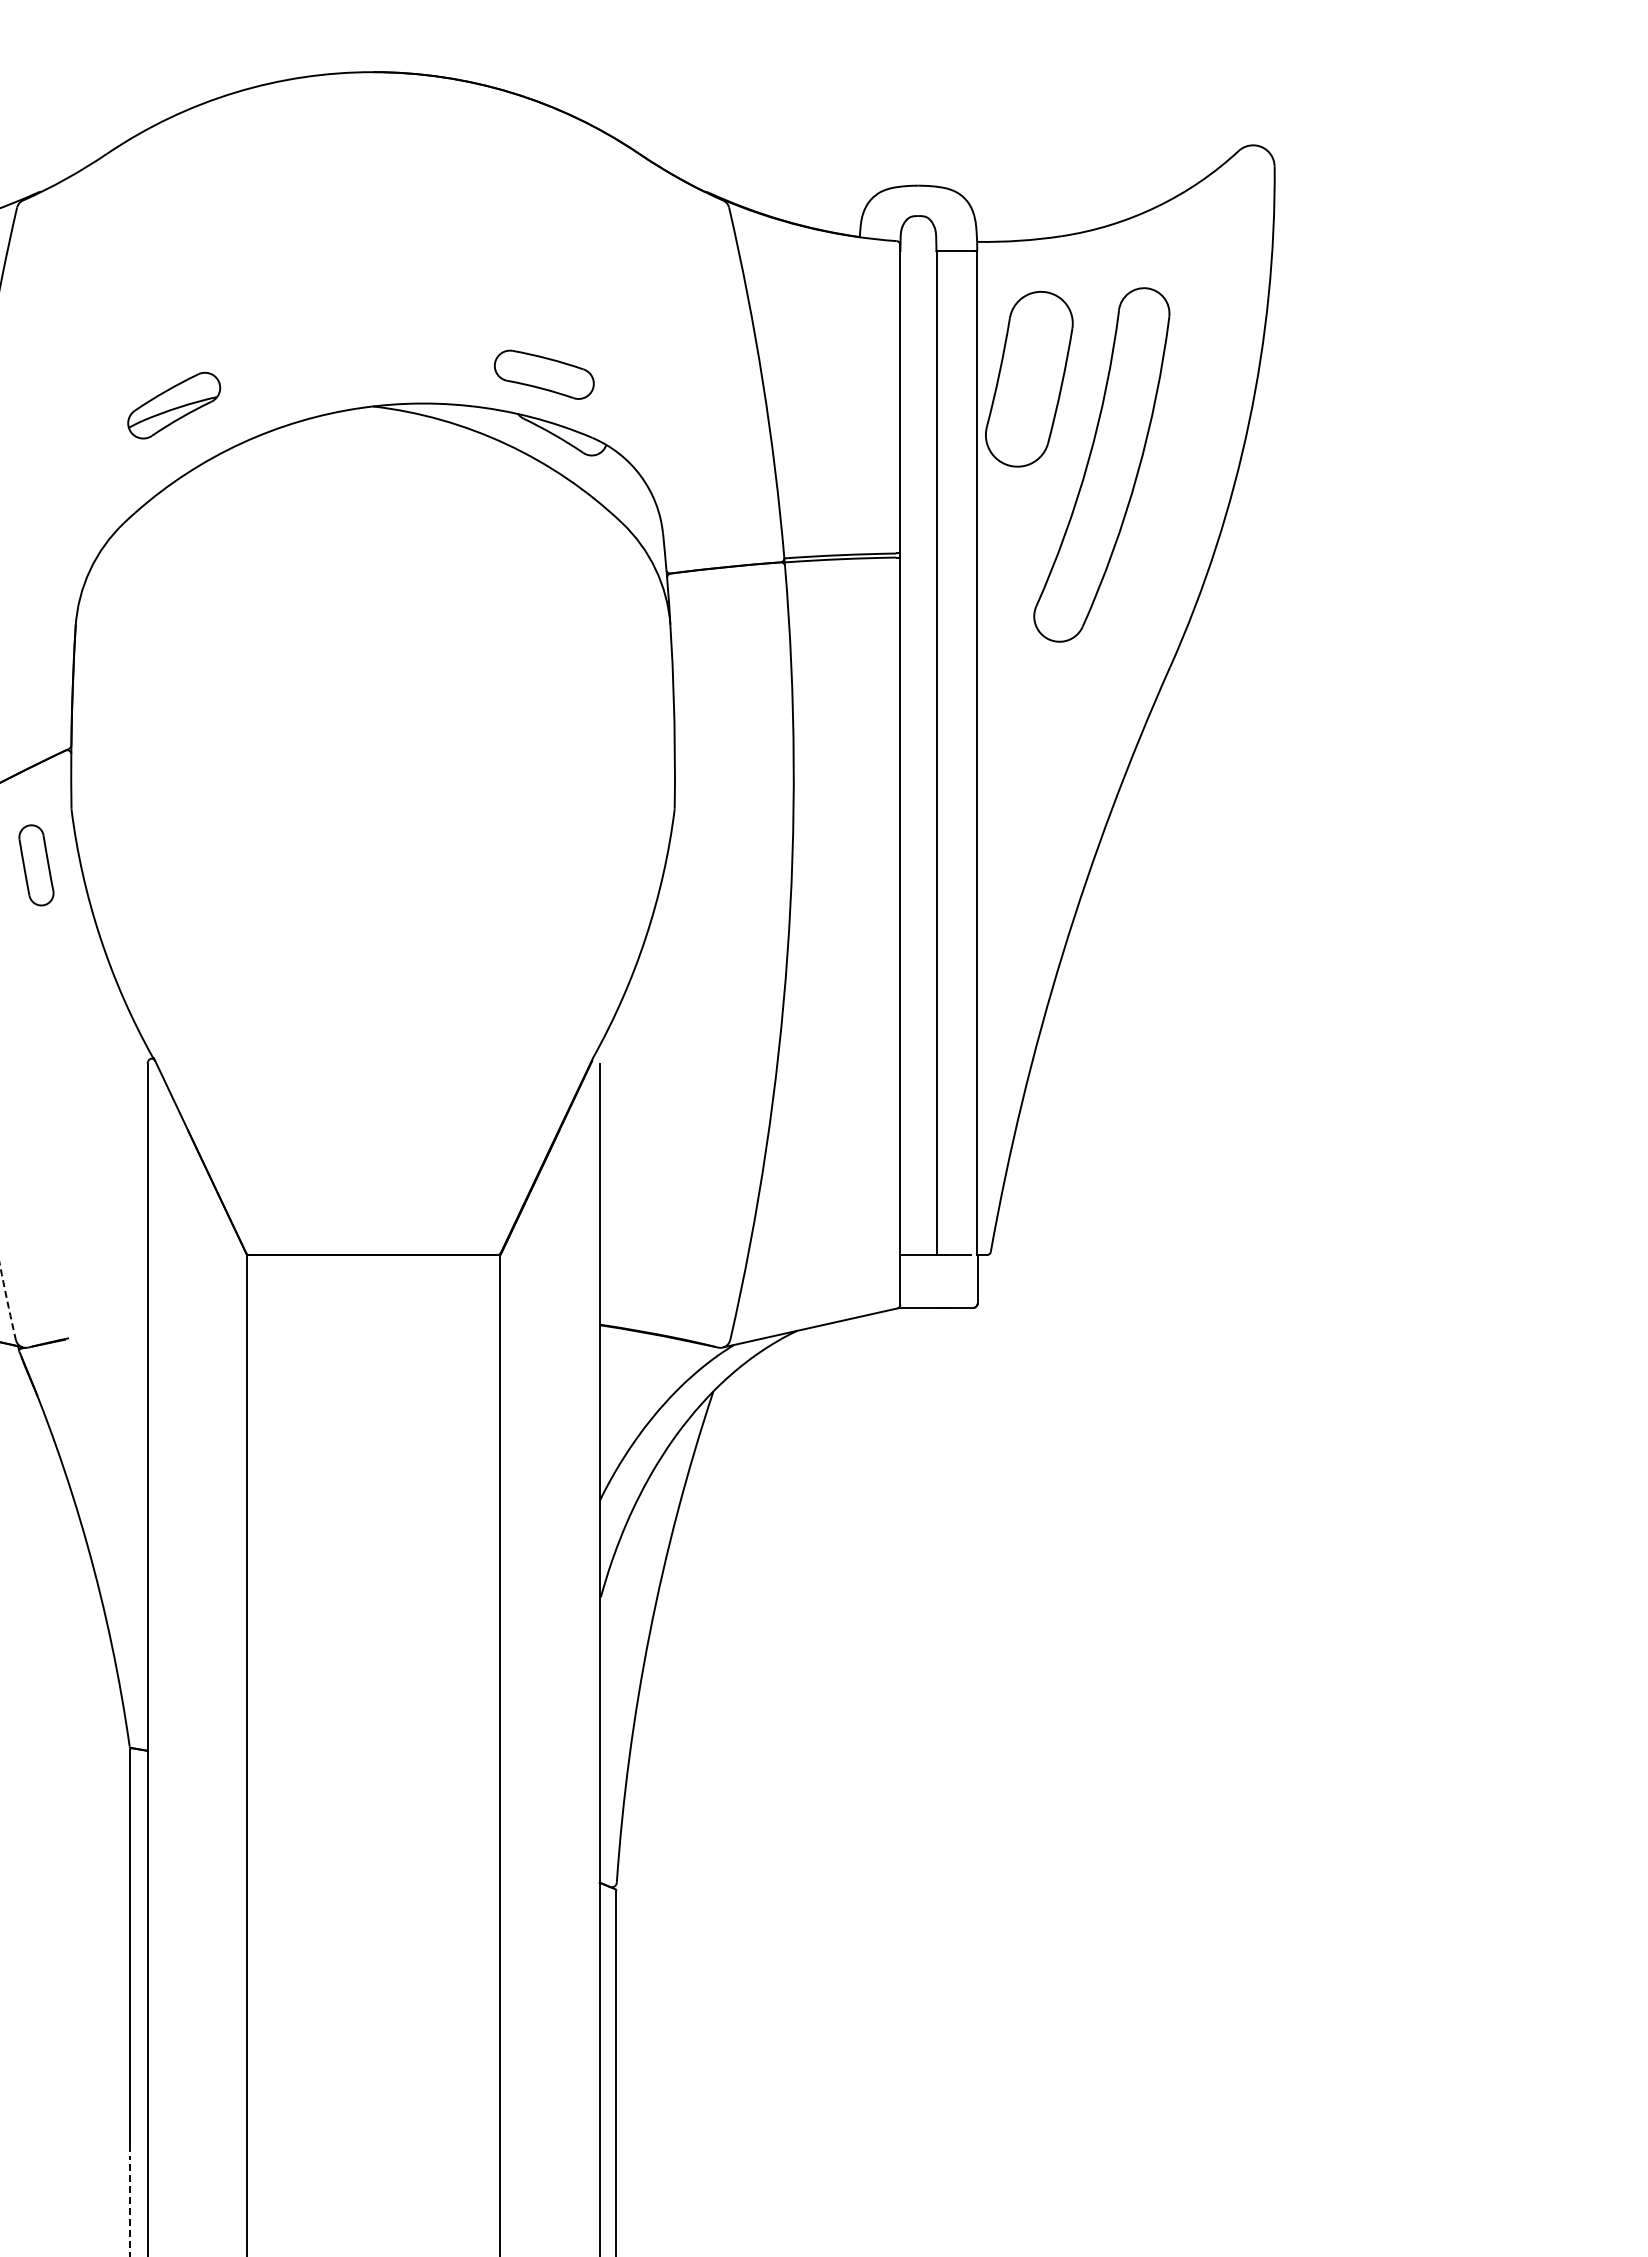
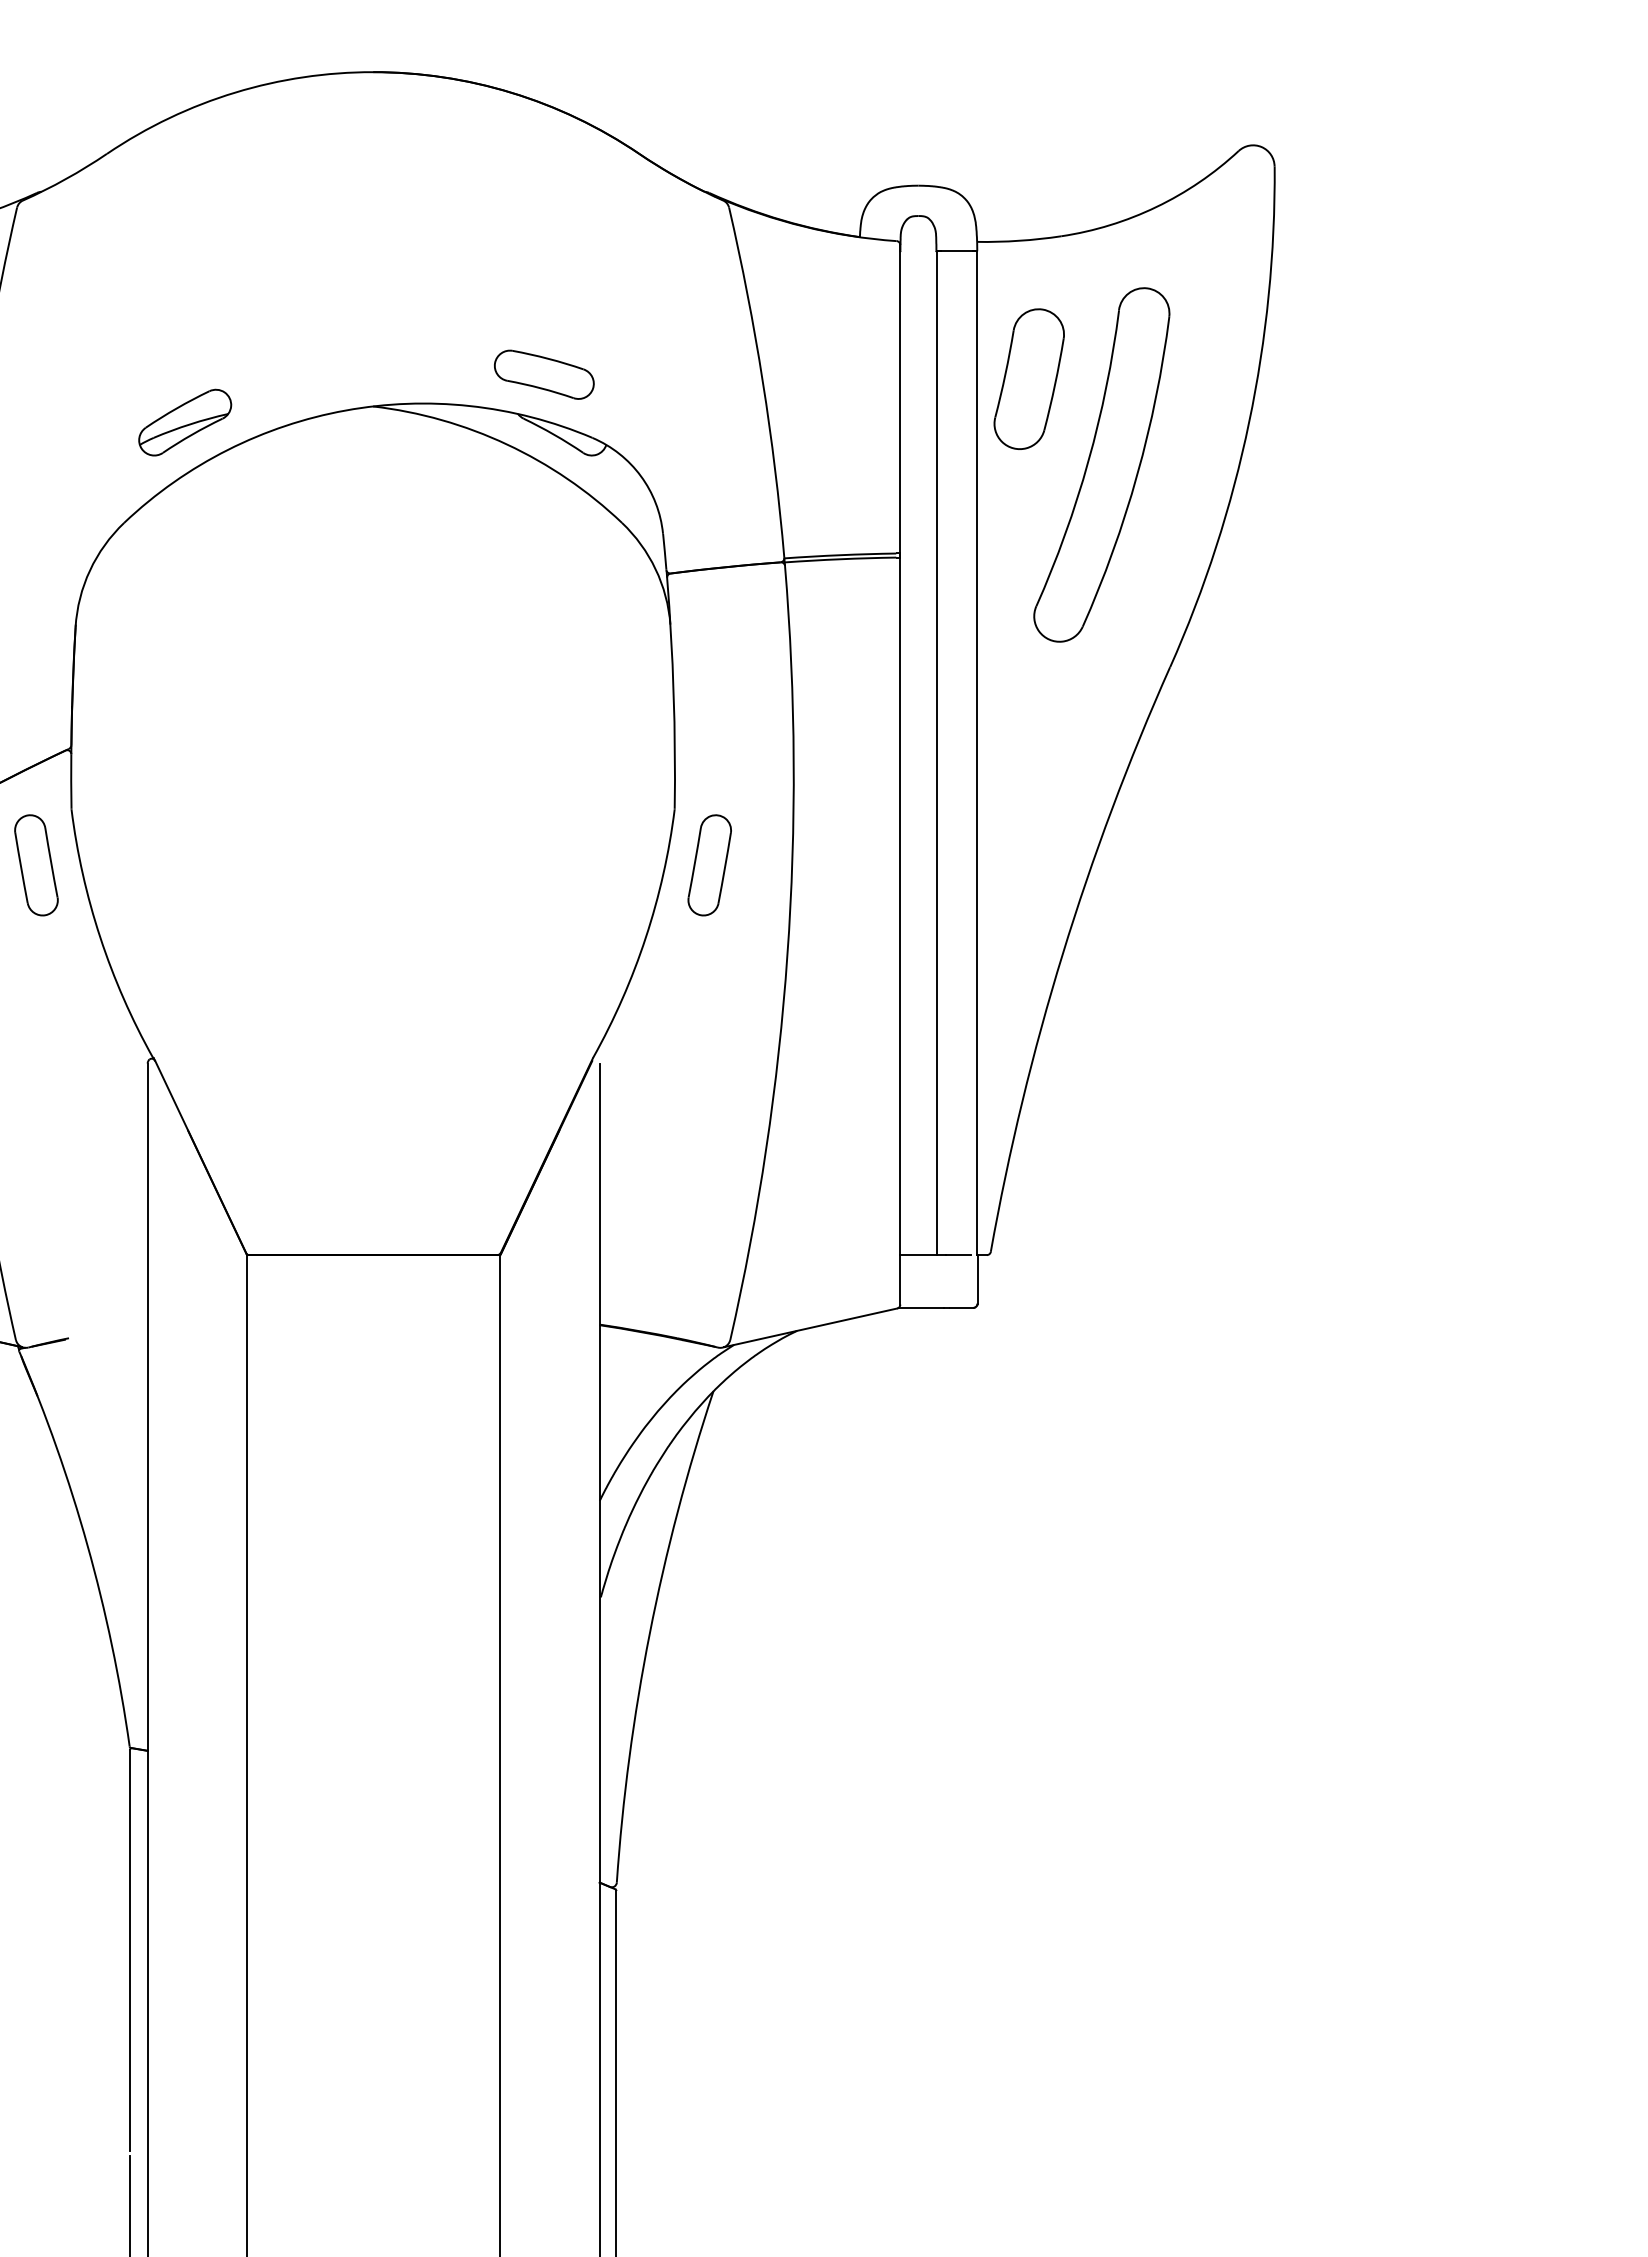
part at (1029, 379) size: 89x177 px -> 72x142 px
part at (174, 405) position: (174, 405) -> (185, 422)
part at (36, 865) size: 37x83 px -> 45x103 px
part at (709, 865): none -> present
arc at (7, 1302): dashed -> solid
line at (129, 2205): dashed -> solid
